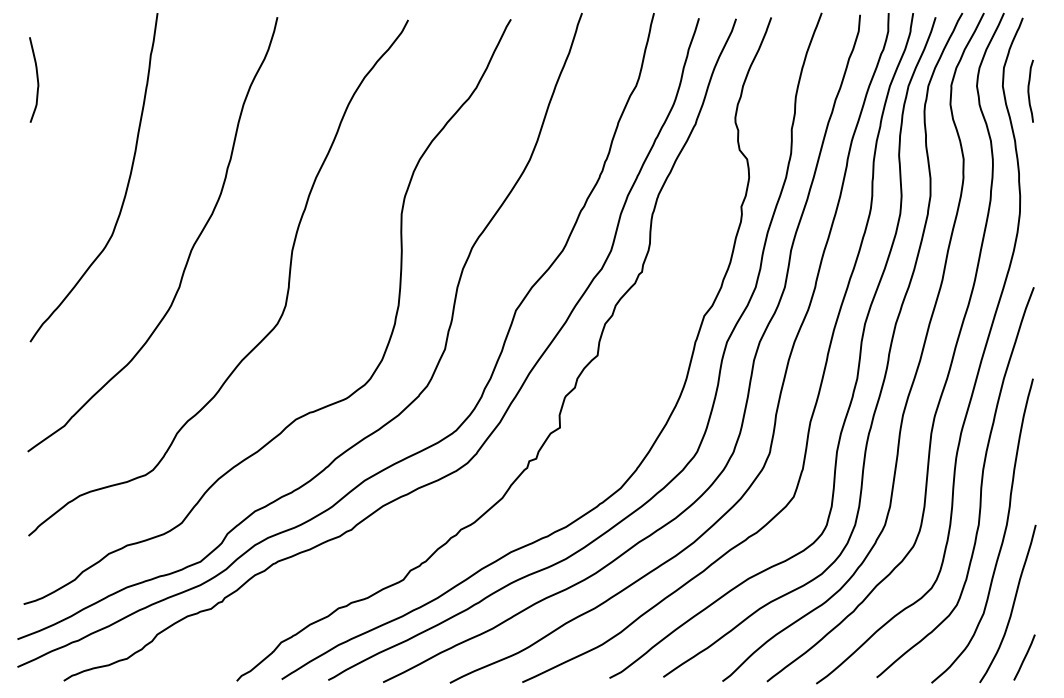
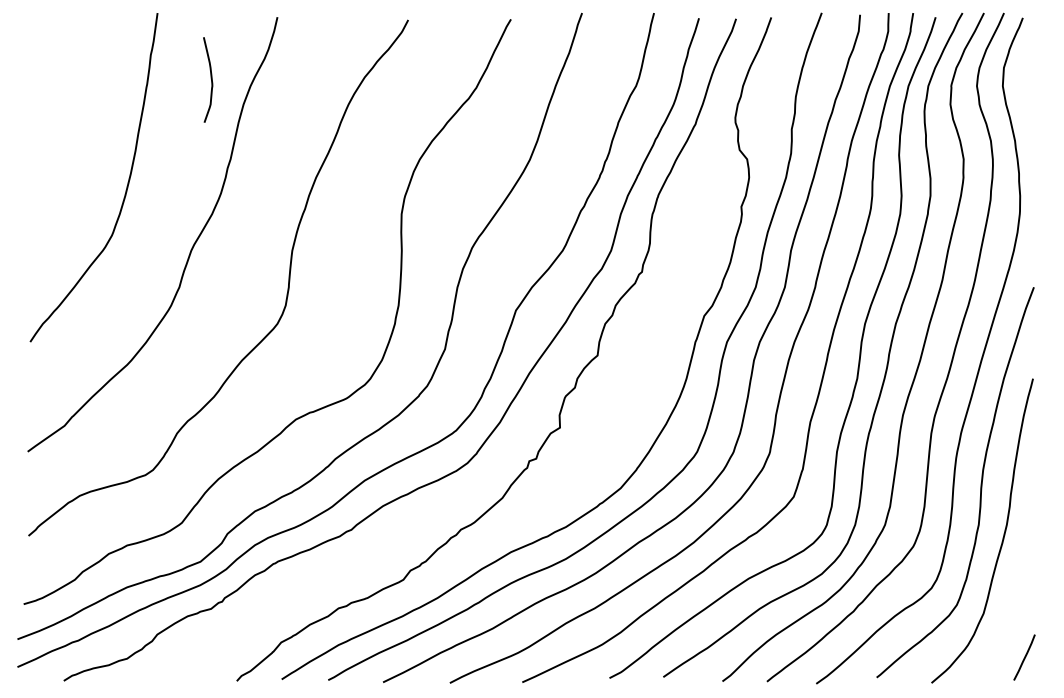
curve at (36, 78) position: (36, 78) -> (210, 78)
curve at (1029, 90): present -> none
curve at (1012, 604): present -> none
